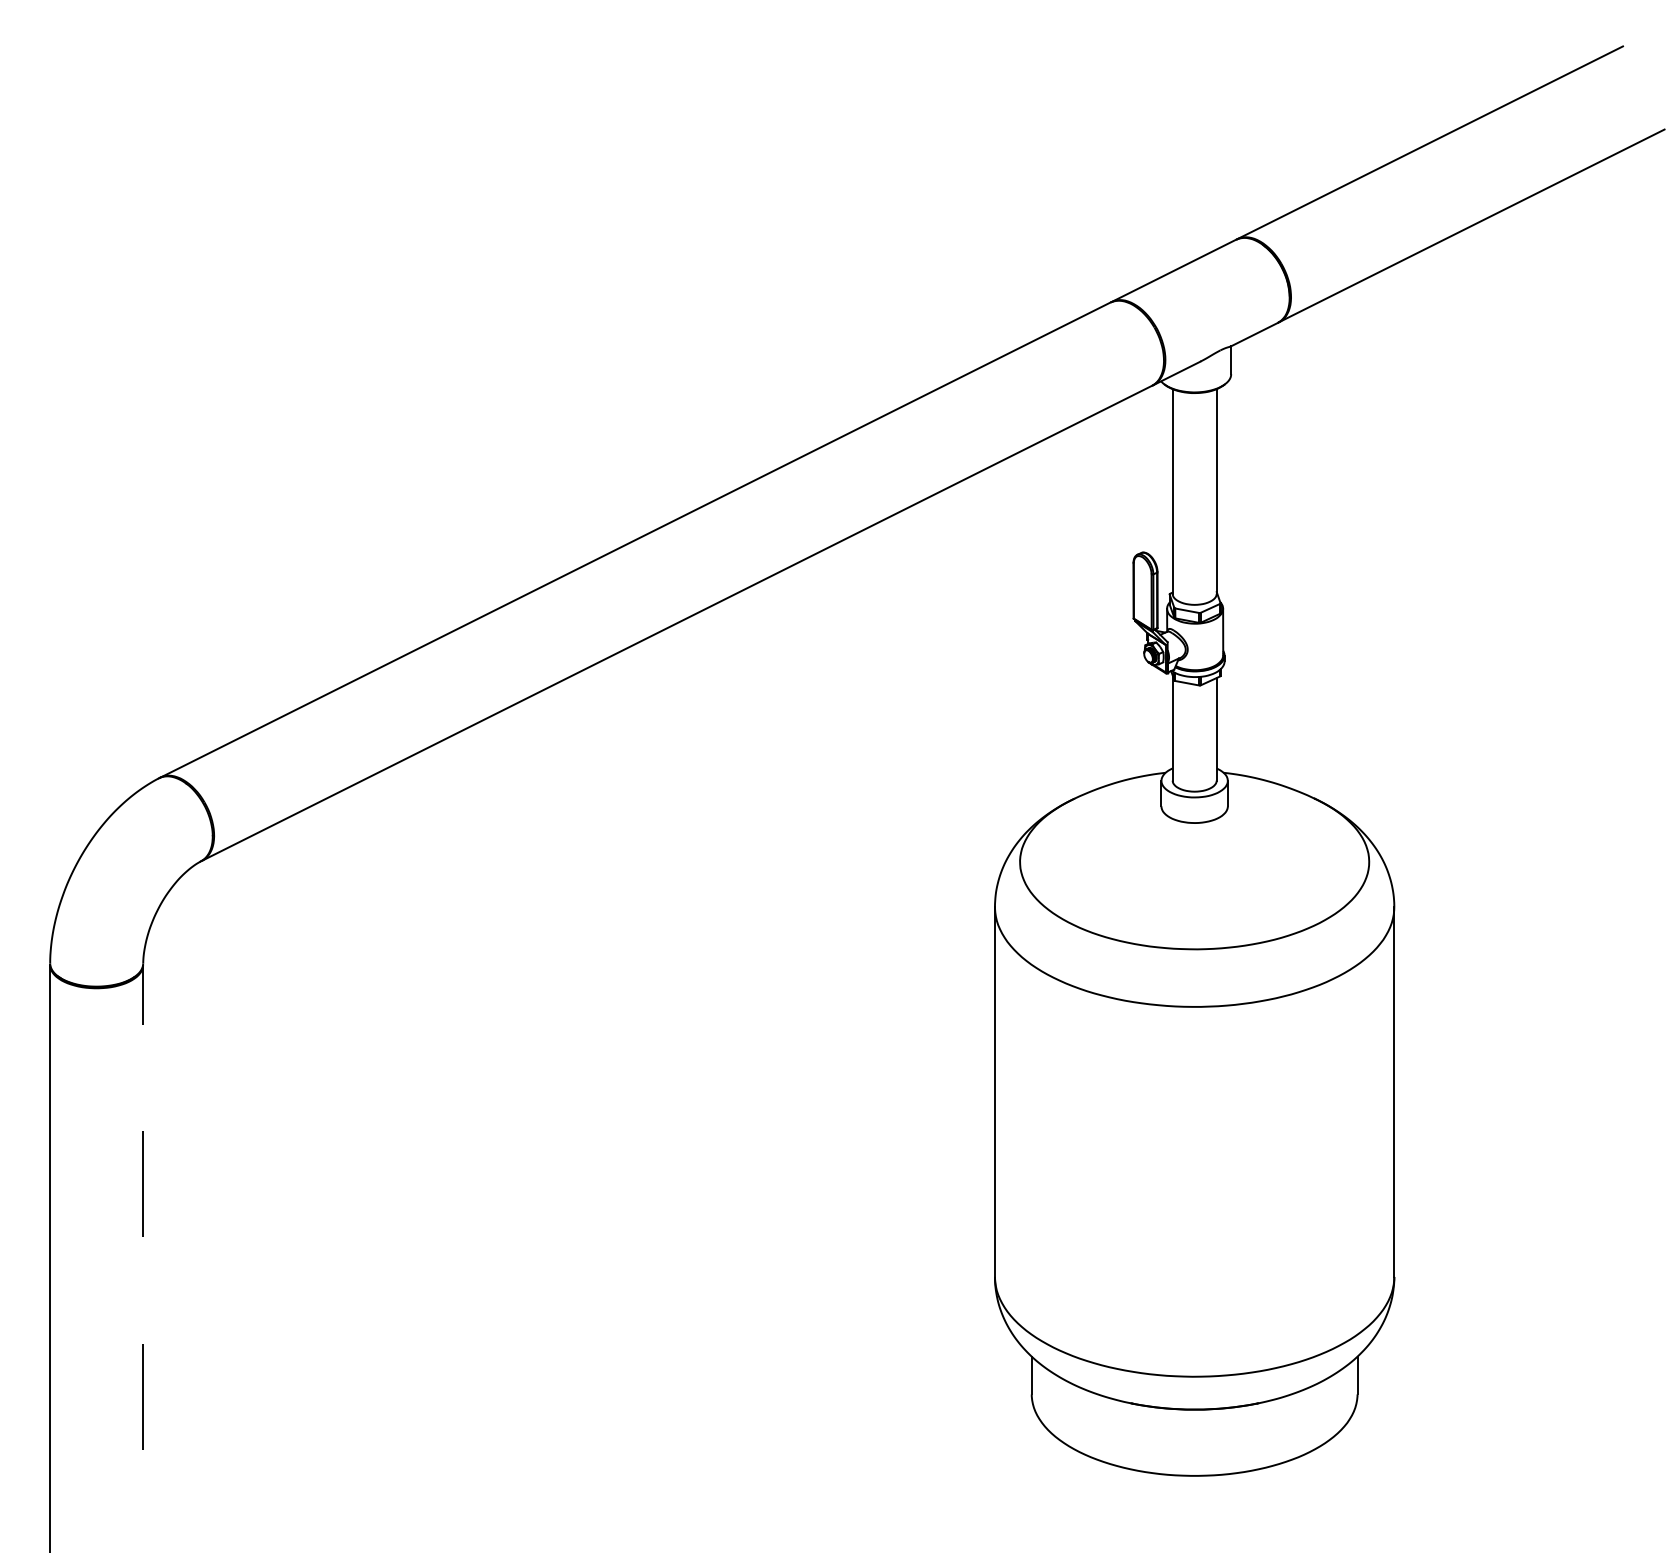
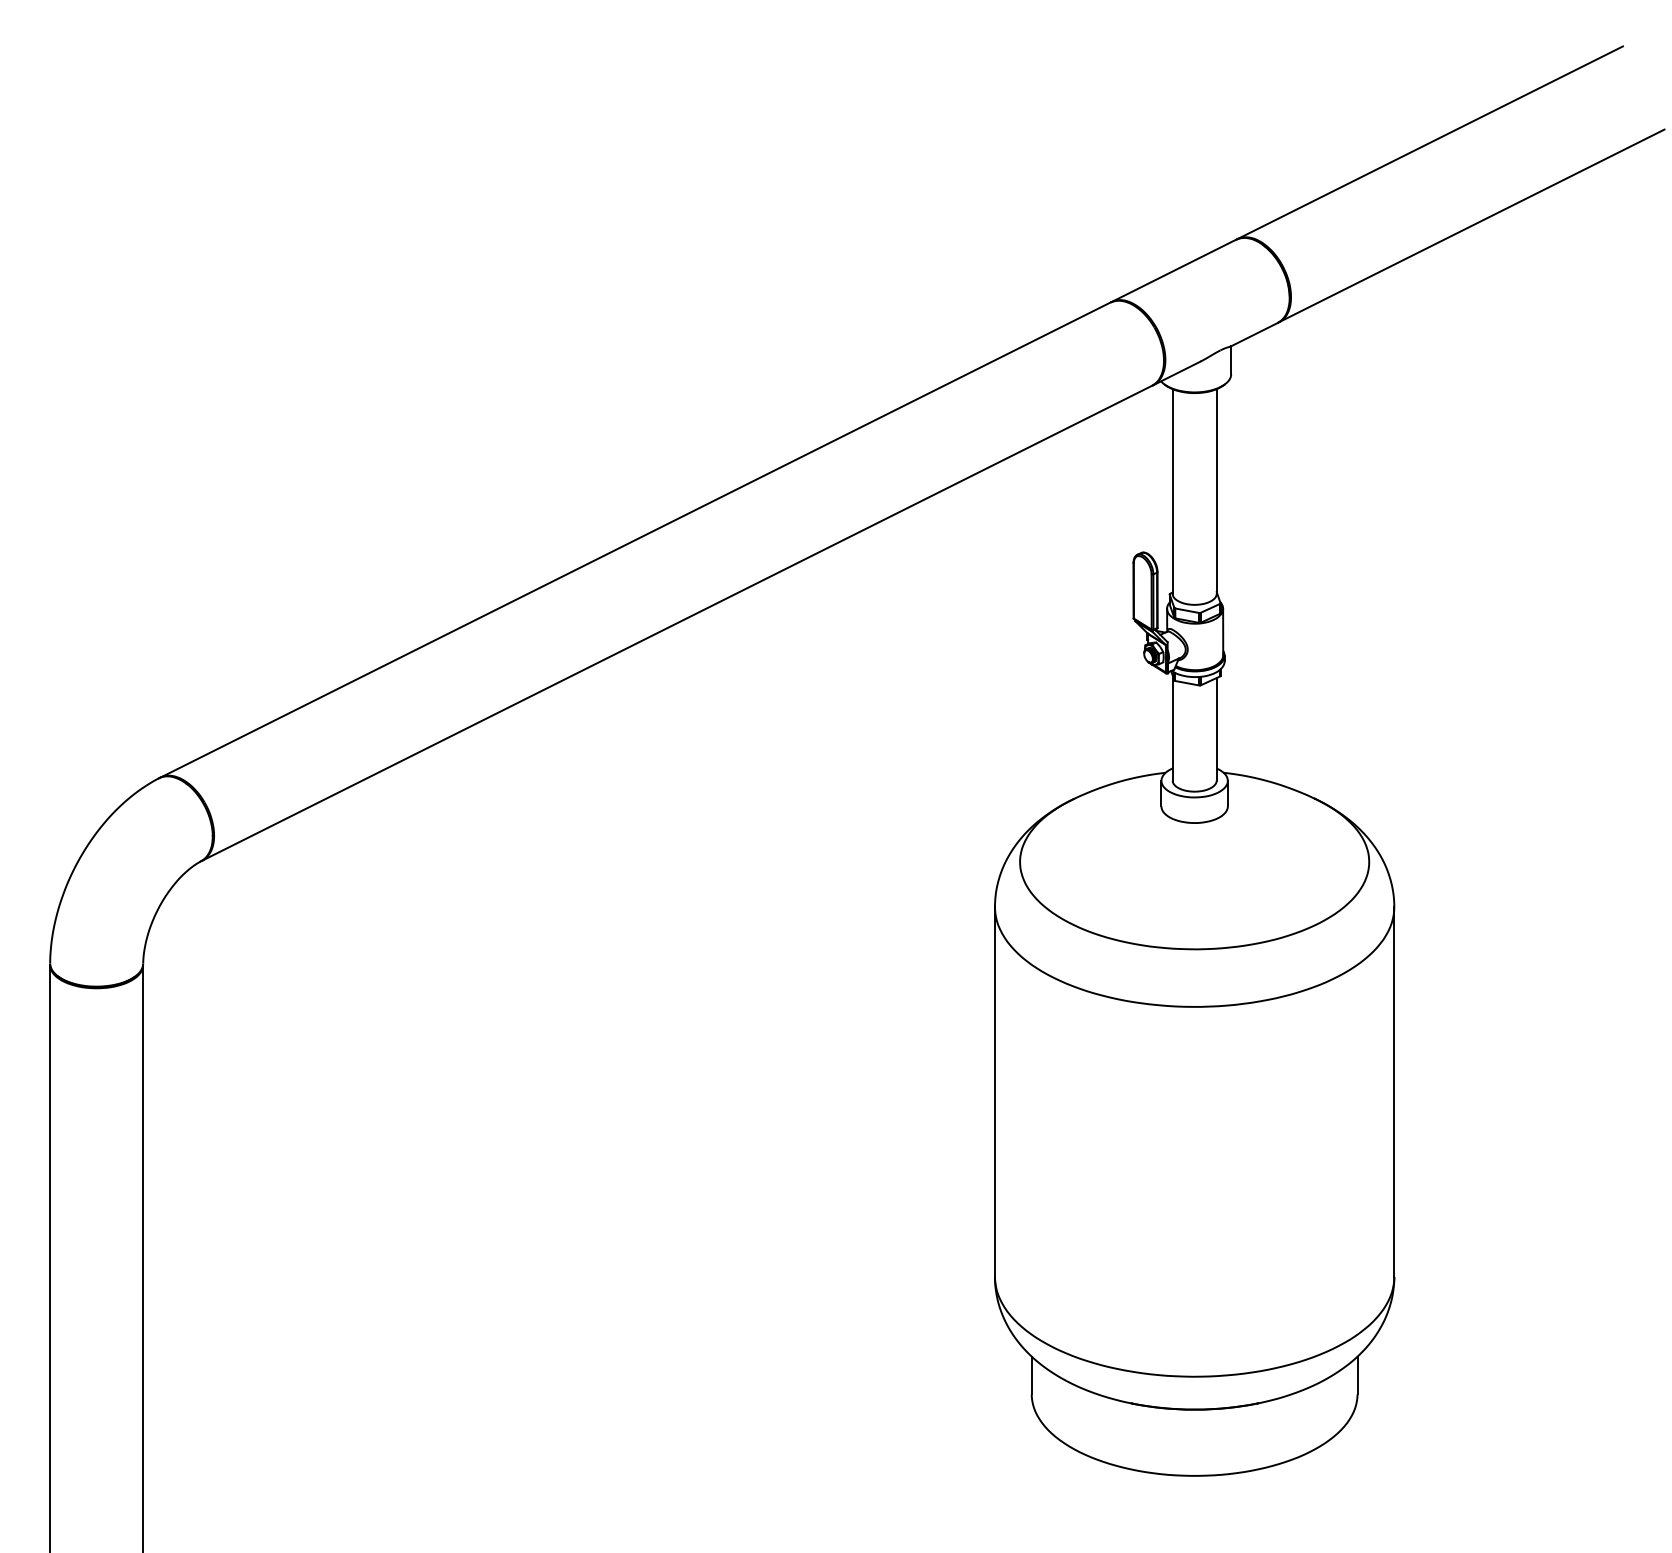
line at (143, 1258): dashed -> solid
